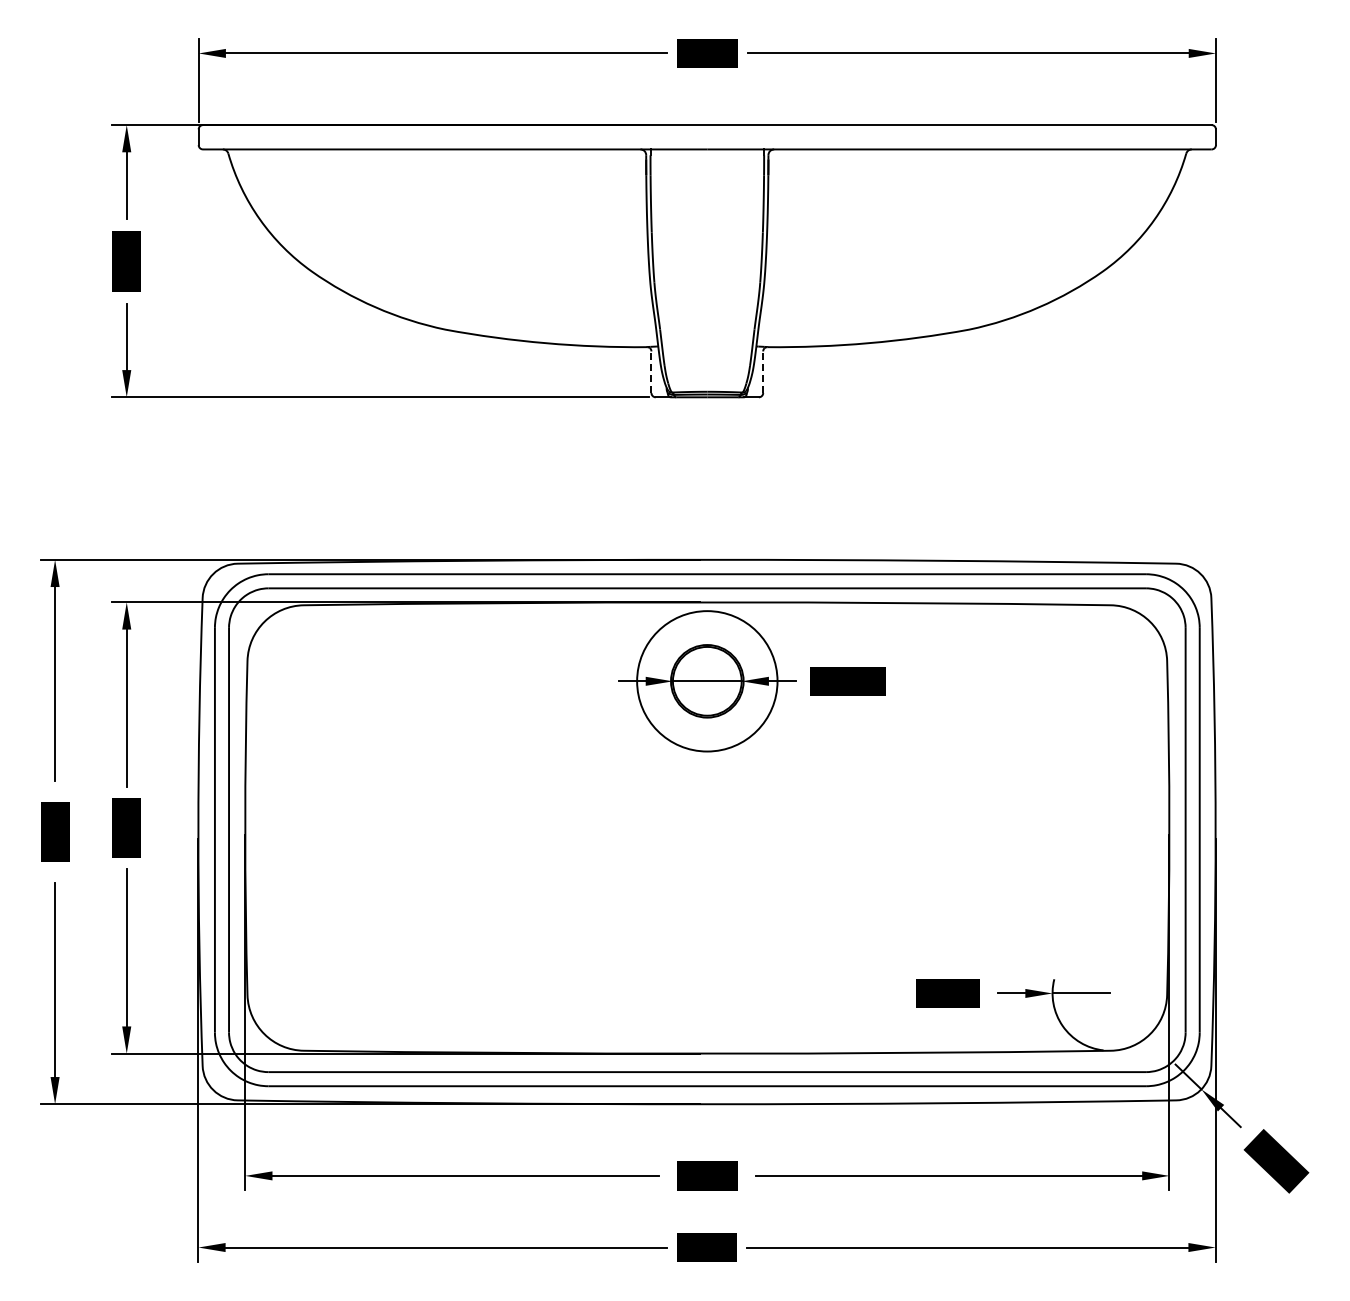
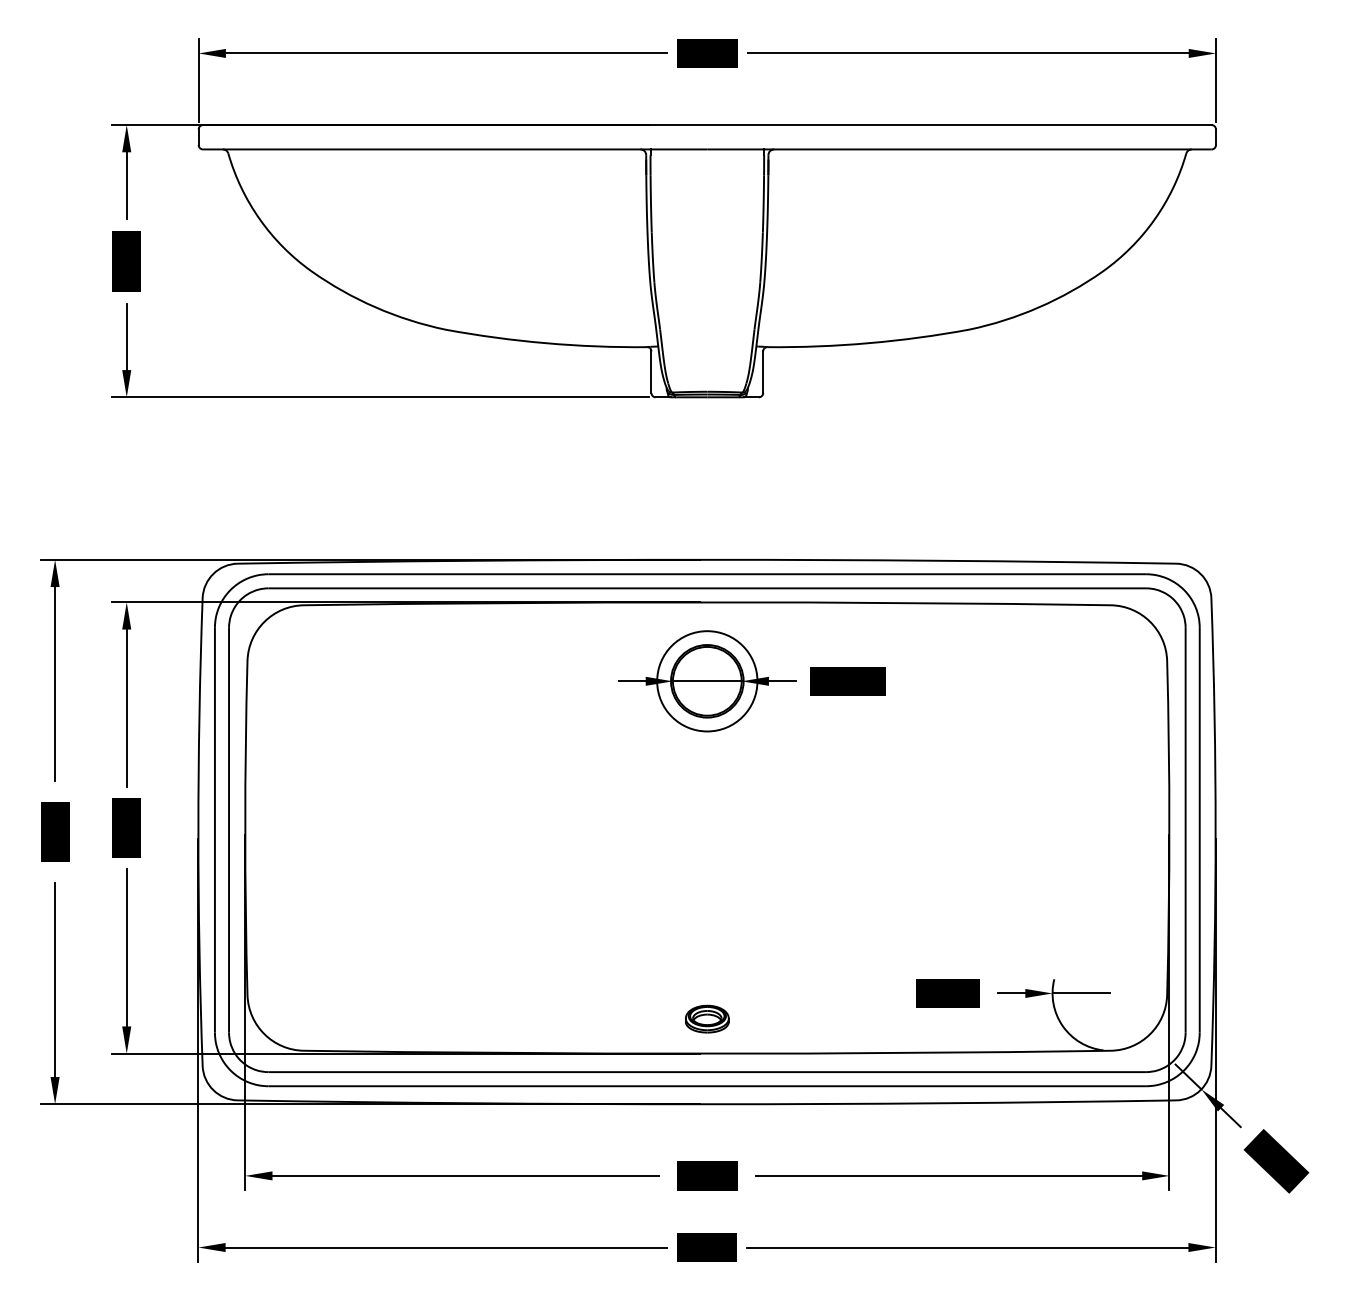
line at (651, 372): dashed -> solid
line at (763, 372): dashed -> solid
circle at (707, 681) diameter: 140 px -> 100 px
part at (707, 1018): none -> present
